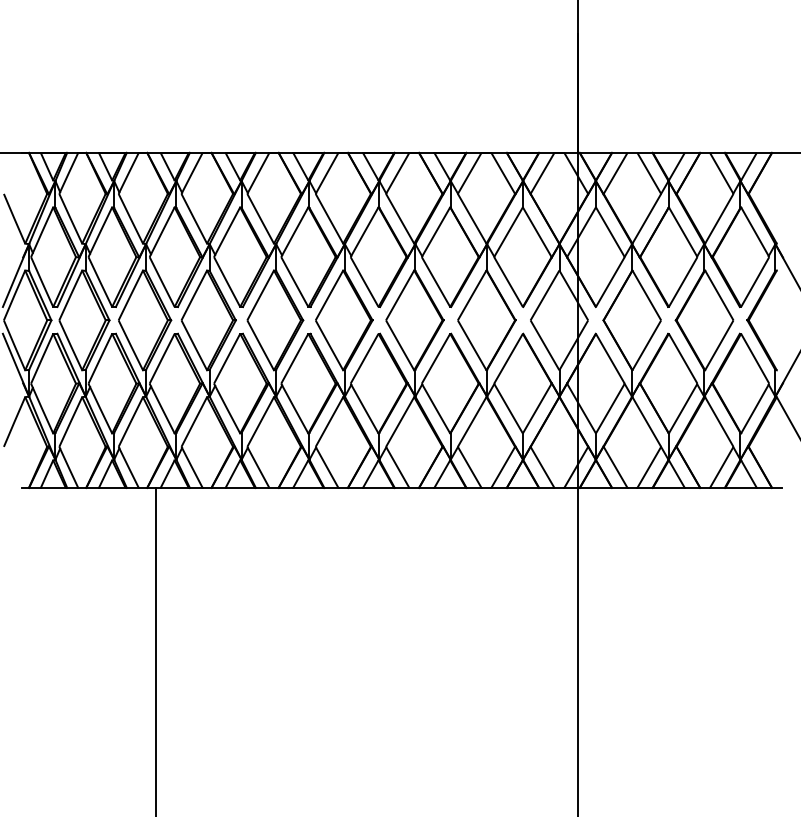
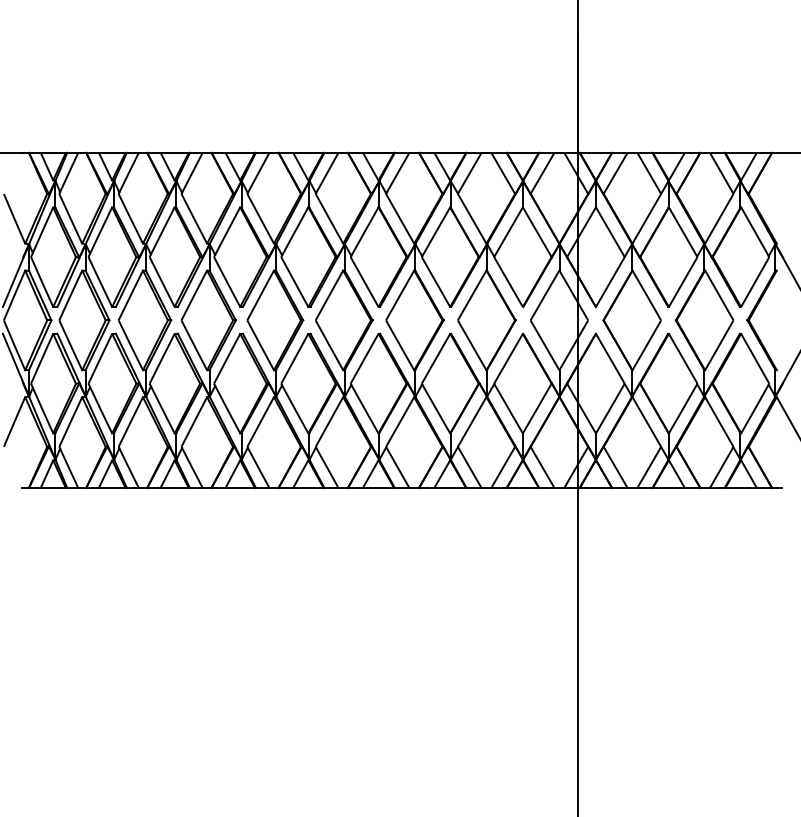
line at (156, 650): present -> none
